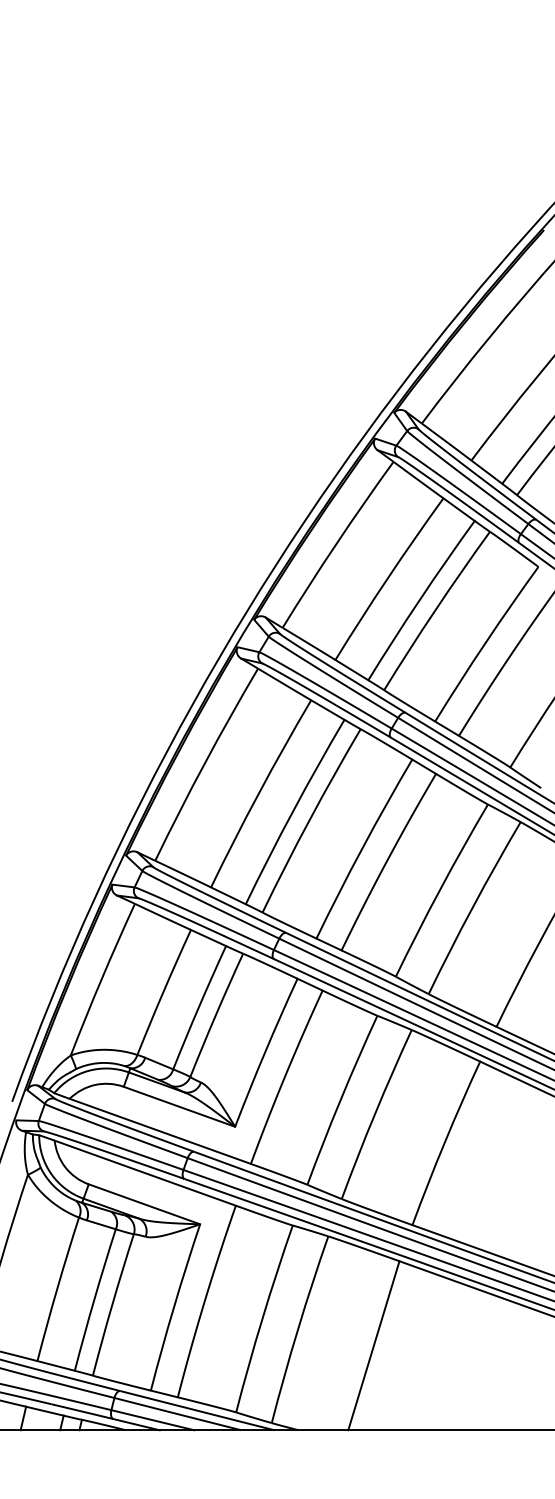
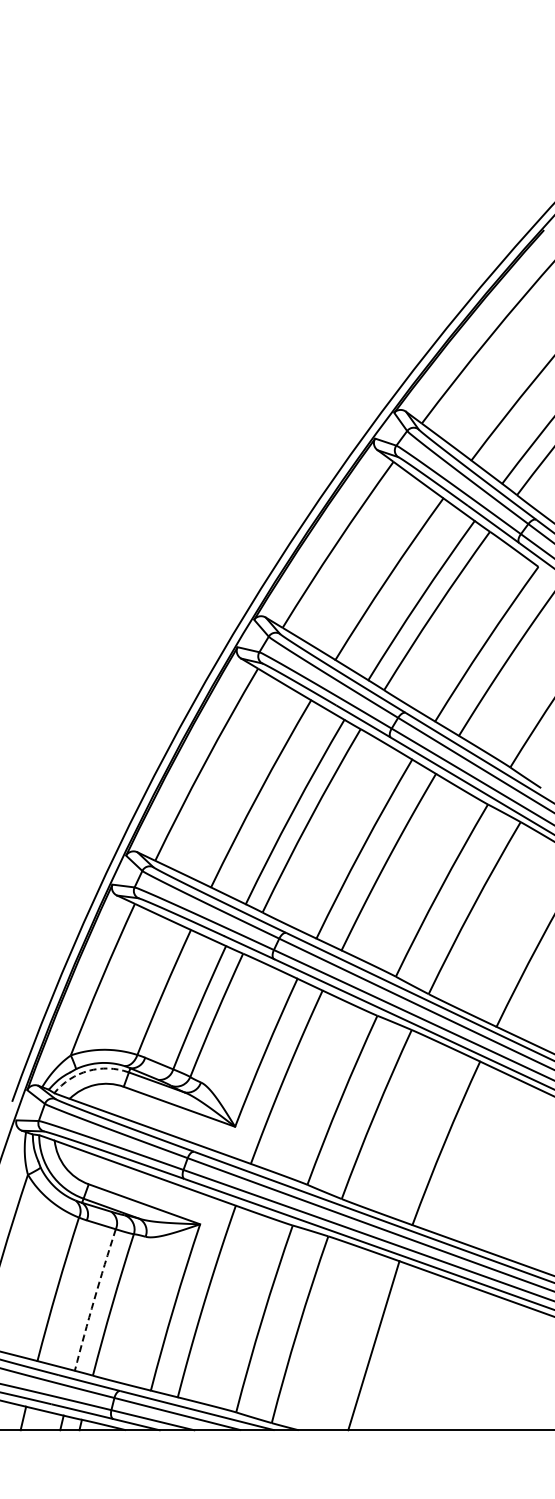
arc at (88, 1070): solid -> dashed
arc at (94, 1299): solid -> dashed
